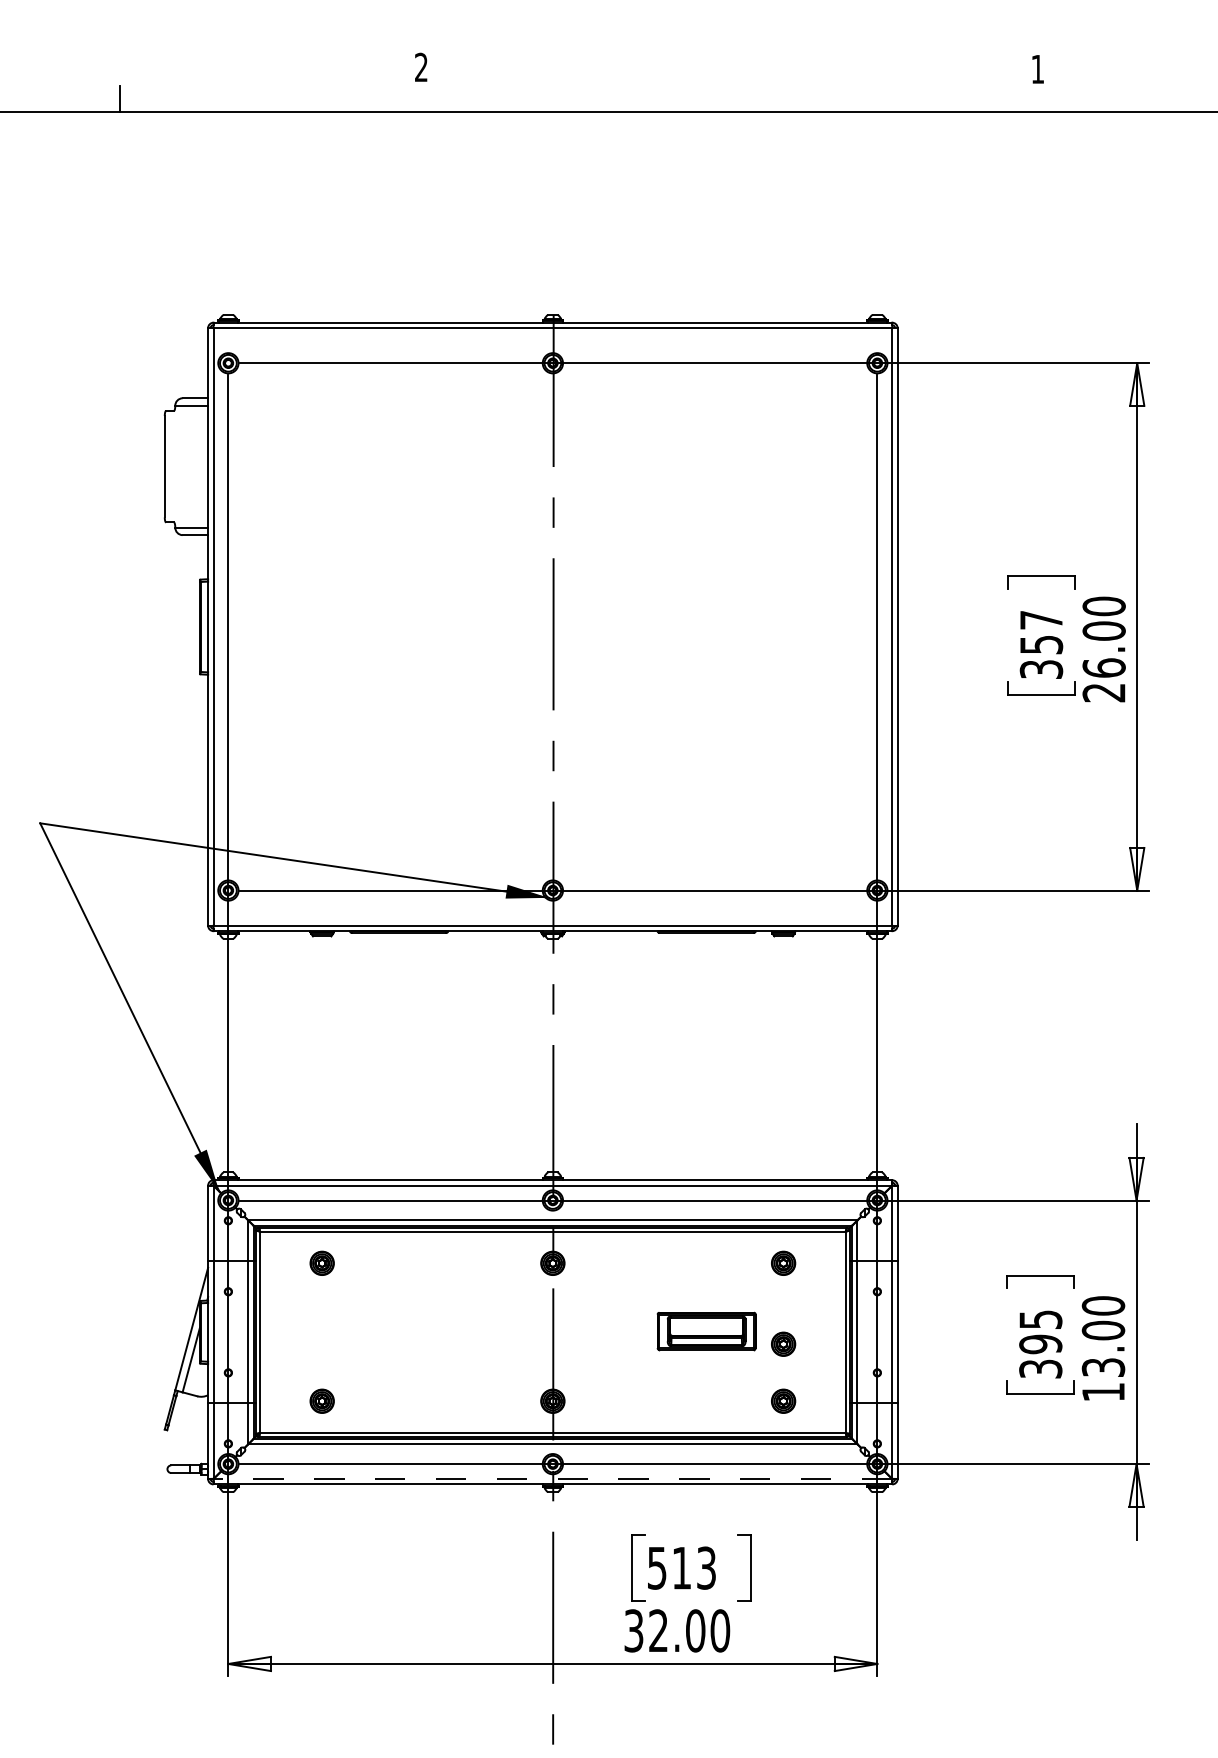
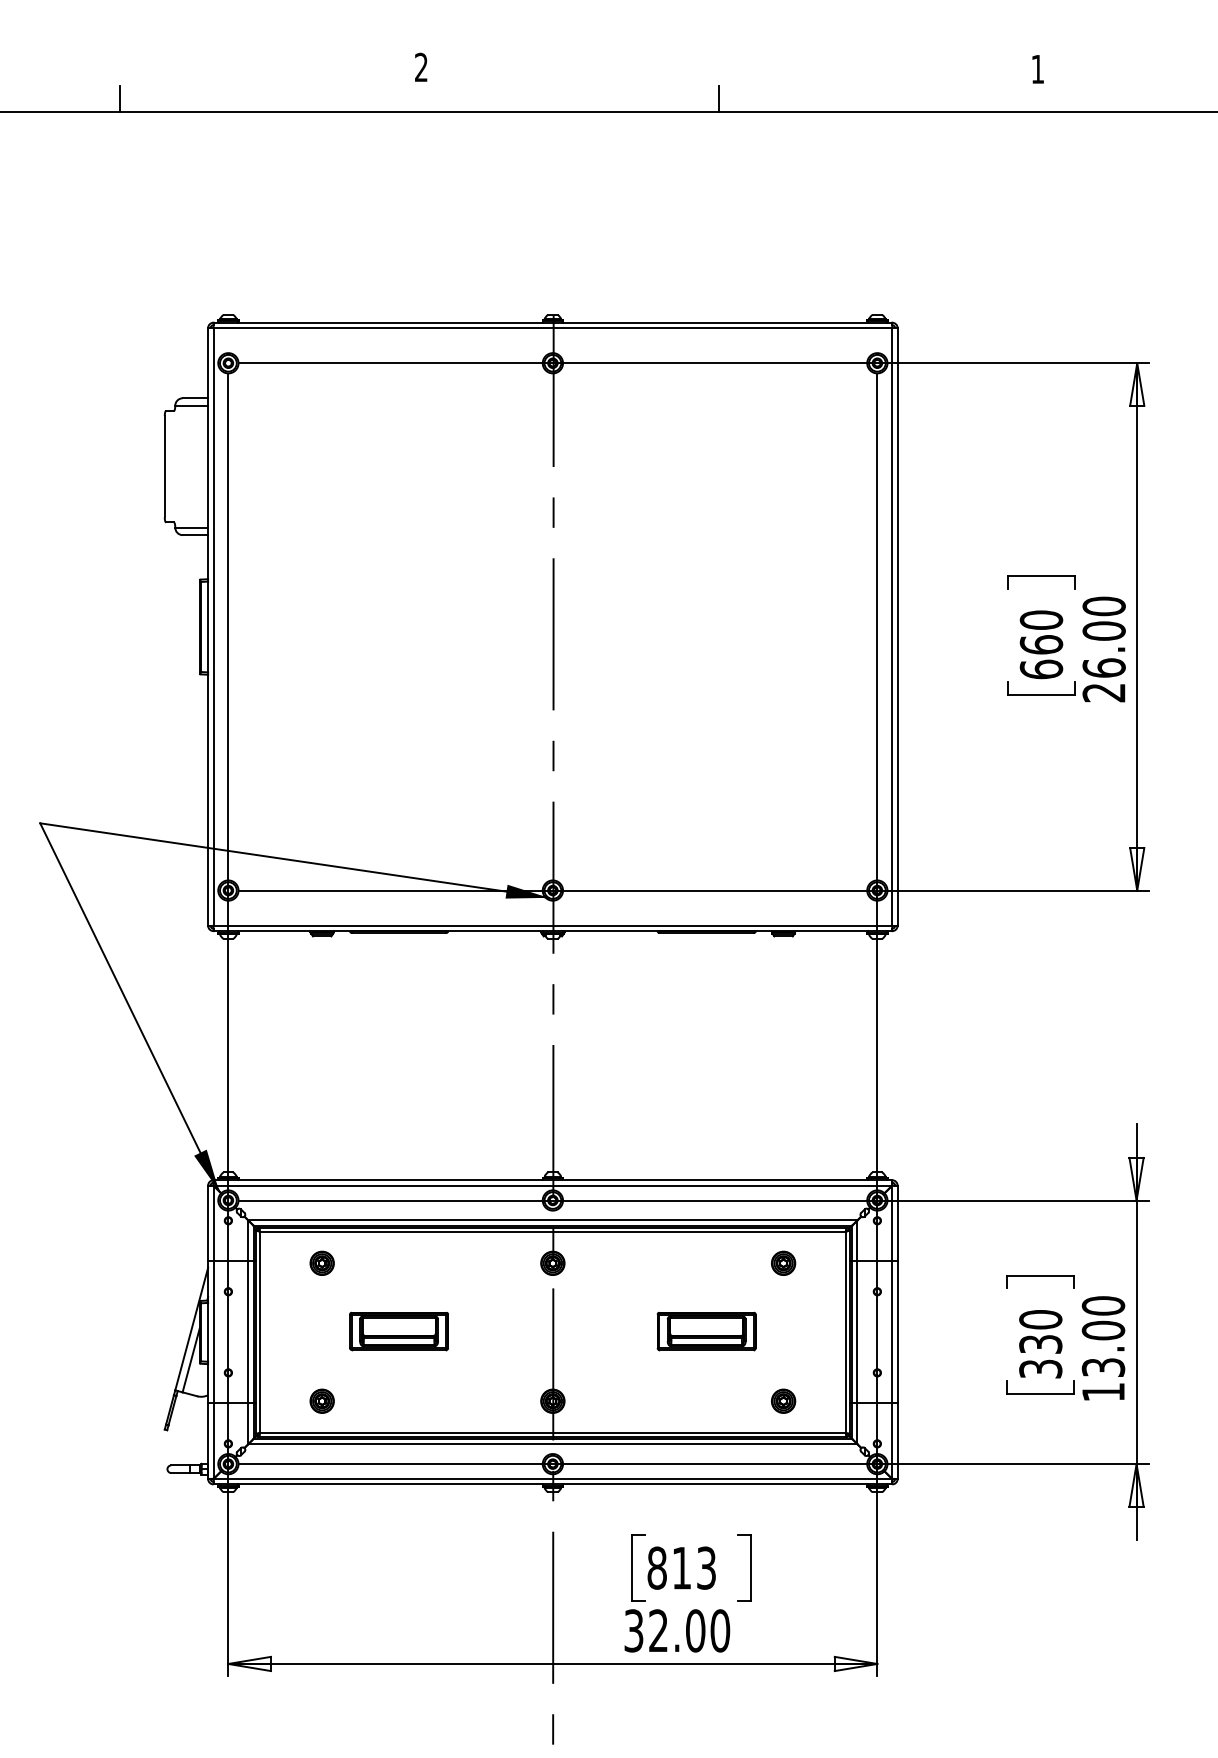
line at (719, 99): none -> present
text at (1041, 644): 357 -> 660
part at (398, 1331): none -> present
text at (1040, 1332): 395 -> 330
part at (783, 1343): present -> none
line at (552, 1479): dashed -> solid
text at (656, 1567): 513 -> 813
